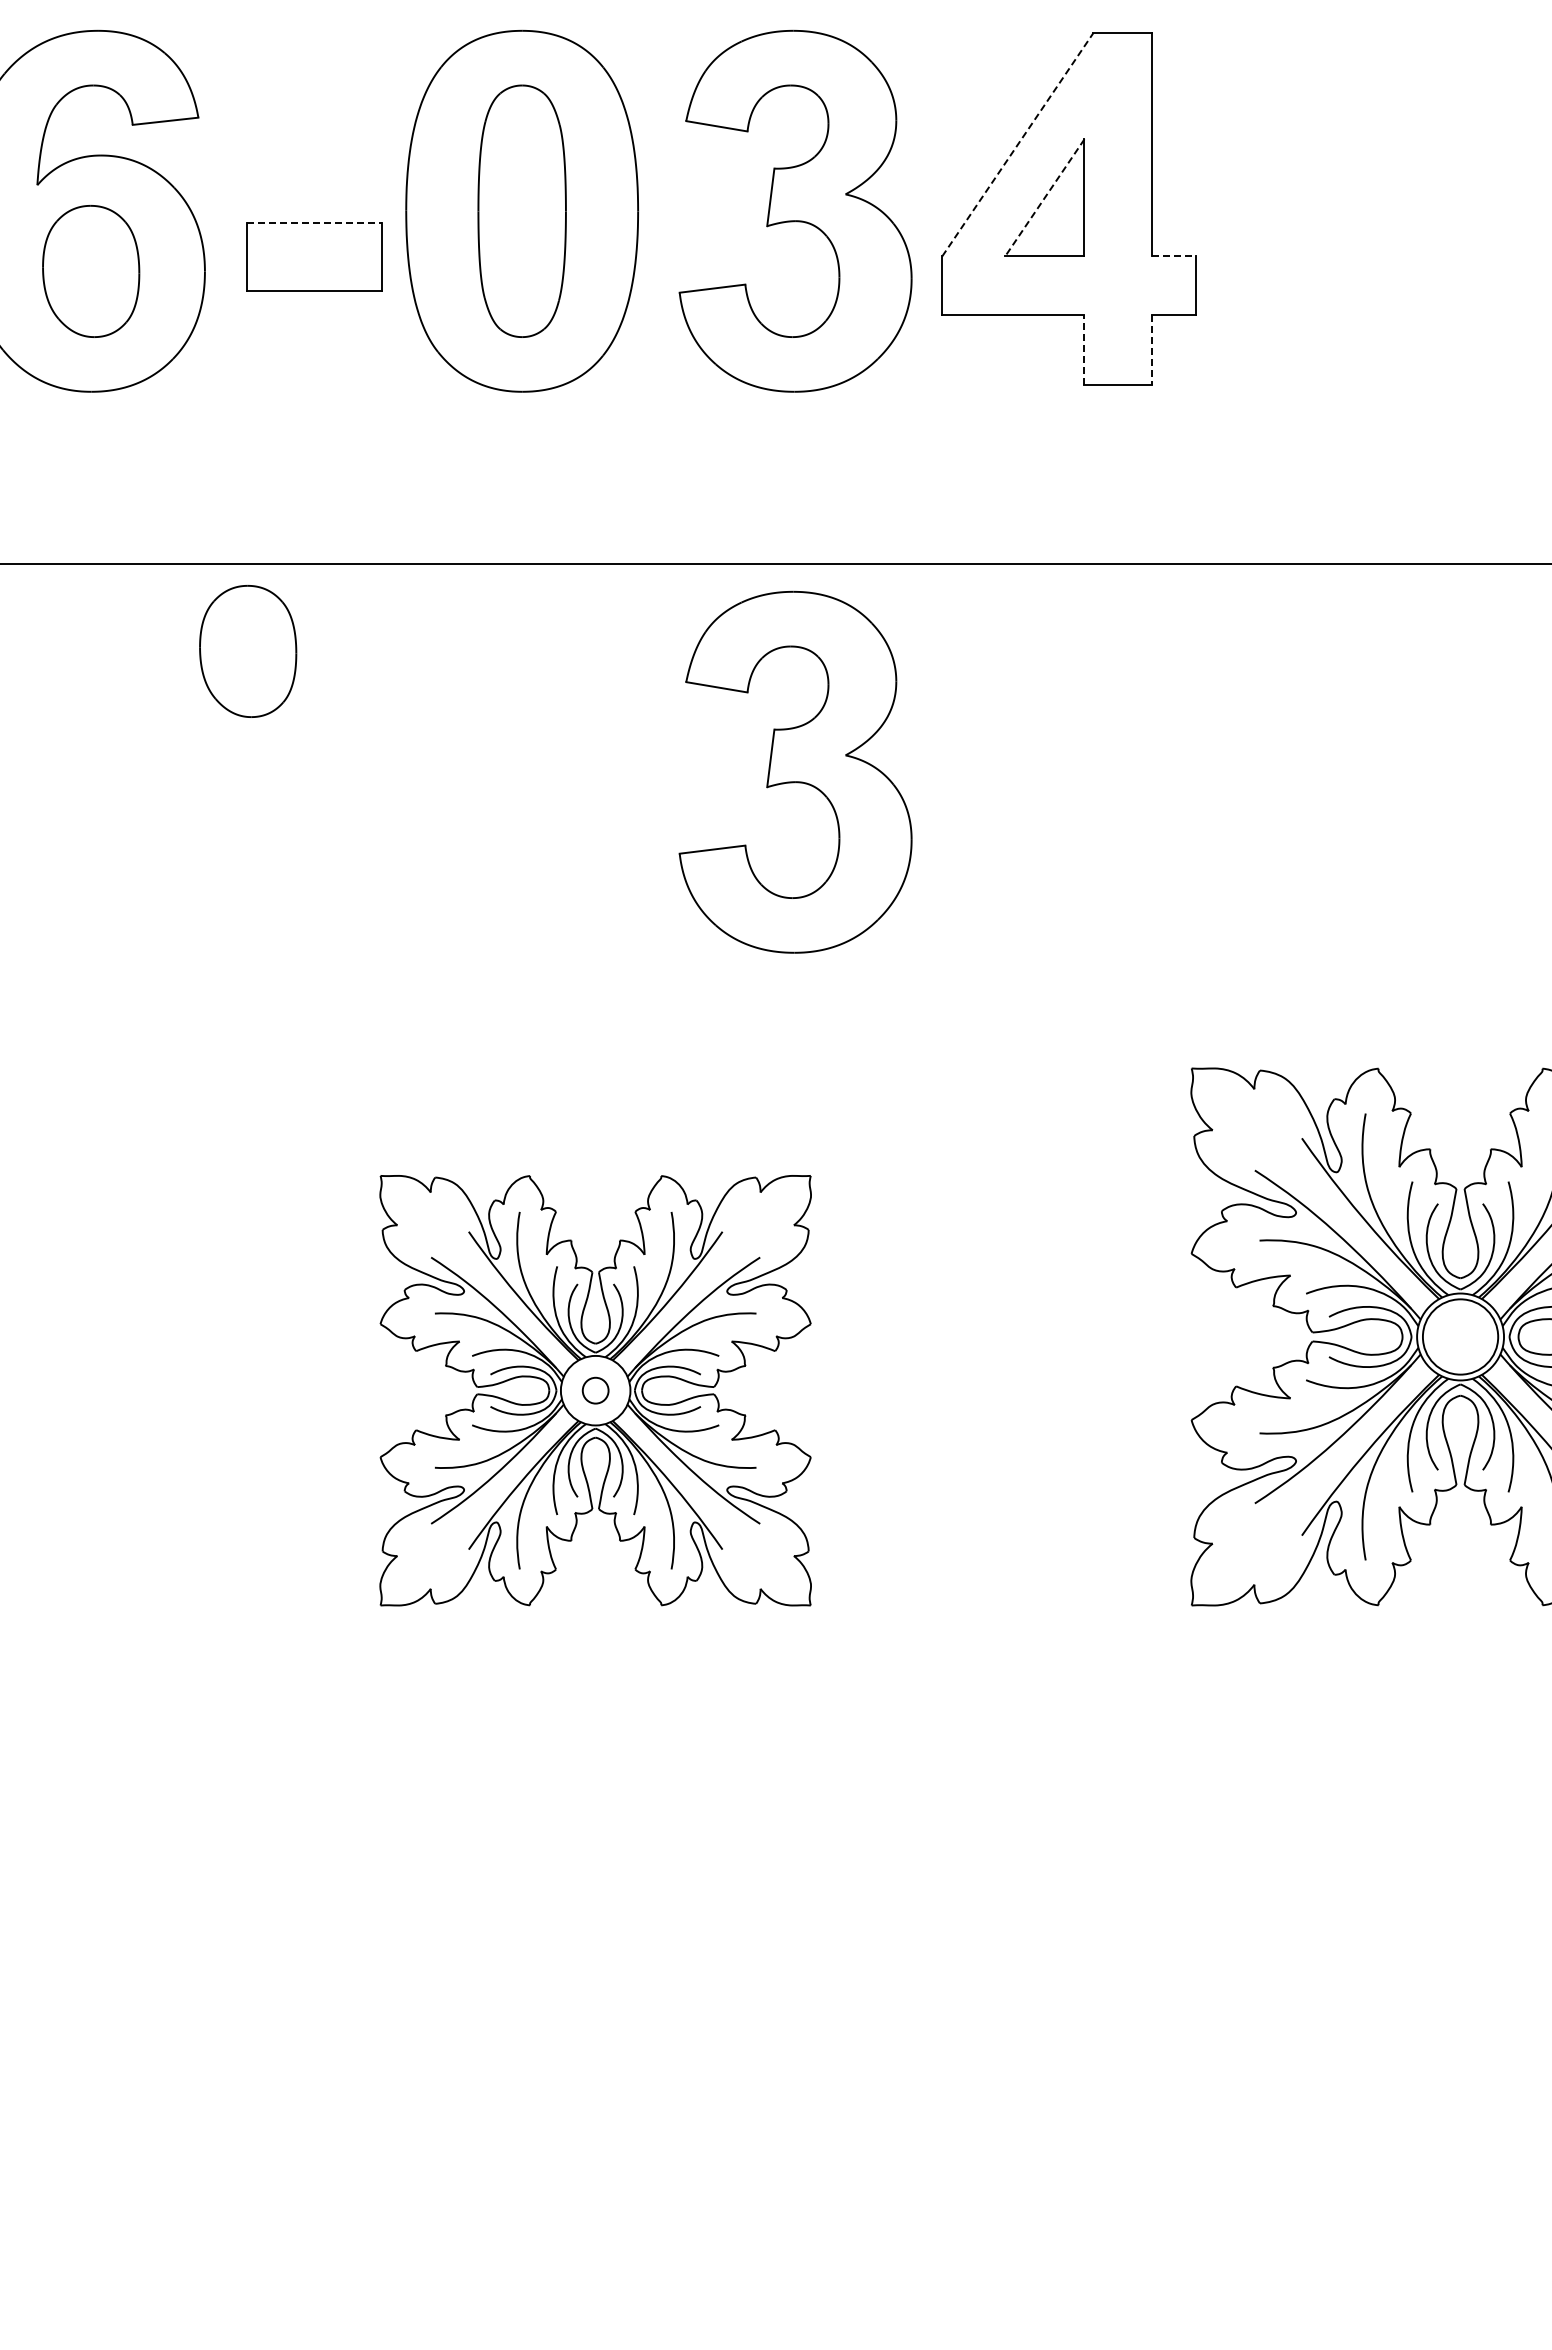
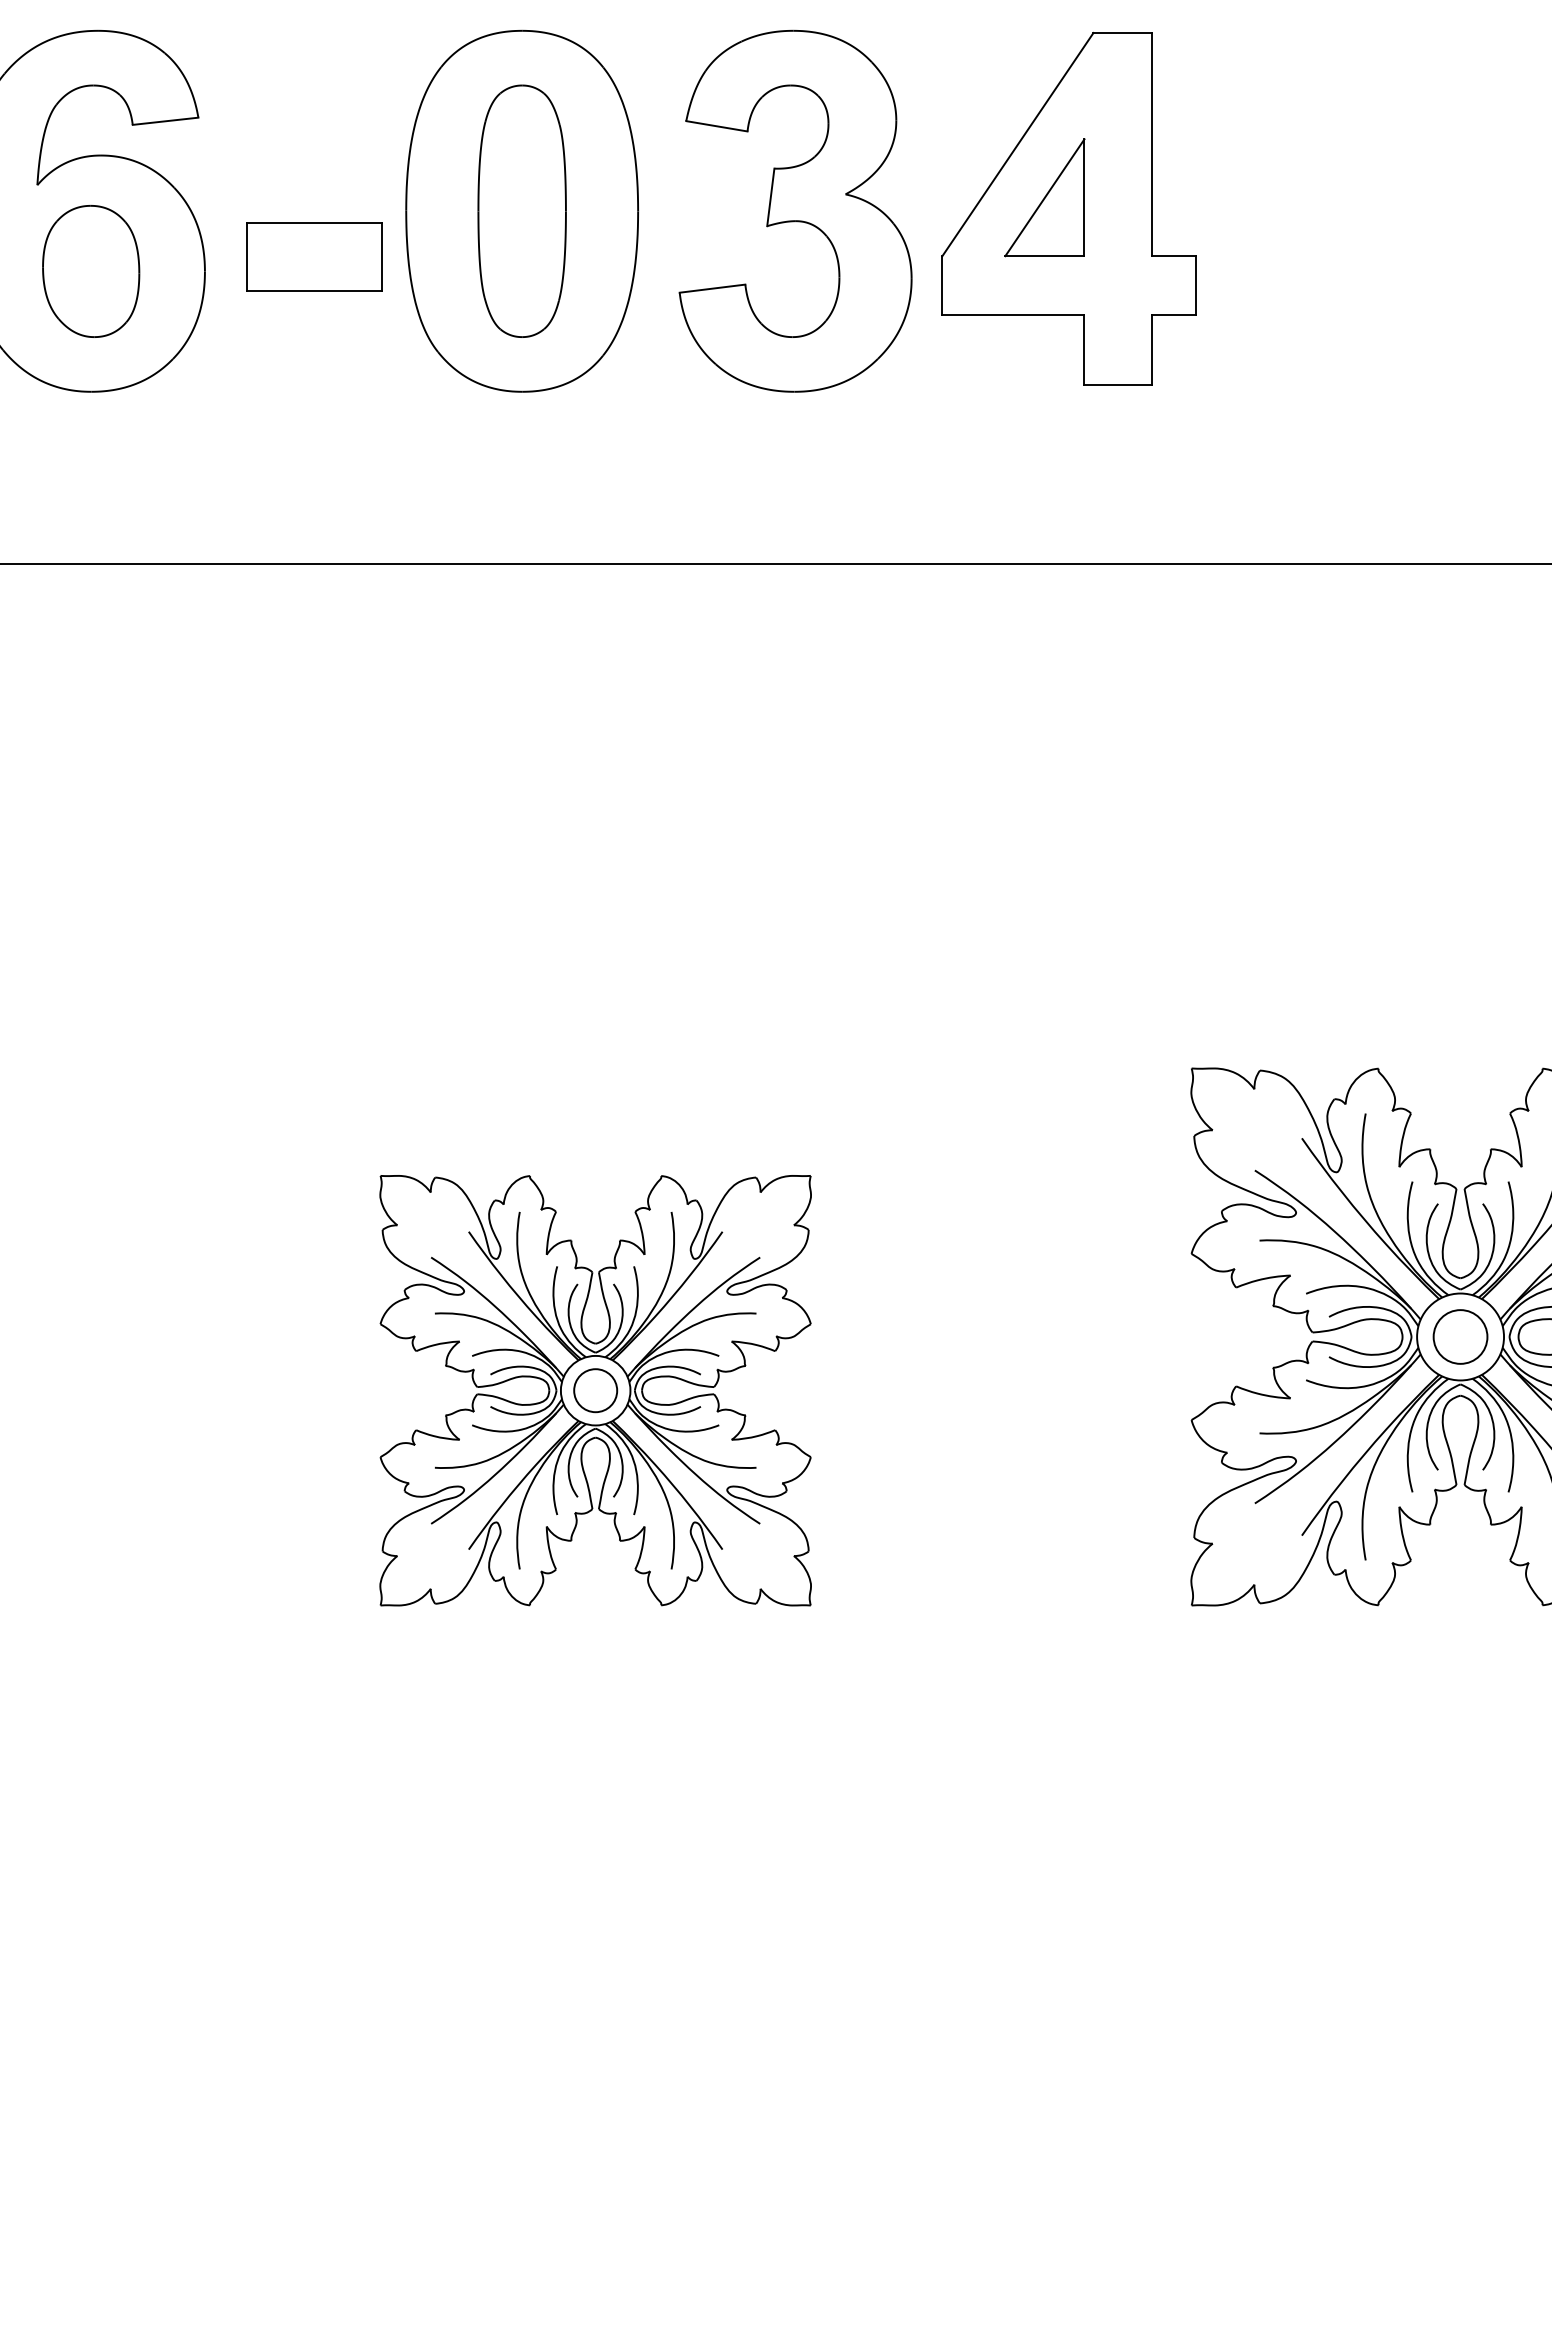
line at (1017, 144): dashed -> solid
line at (1044, 197): dashed -> solid
line at (314, 223): dashed -> solid
line at (1174, 256): dashed -> solid
line at (1084, 349): dashed -> solid
line at (1152, 350): dashed -> solid
part at (248, 651): present -> none
part at (795, 771): present -> none
circle at (1460, 1336) diameter: 75 px -> 54 px
circle at (595, 1390) diameter: 26 px -> 43 px
